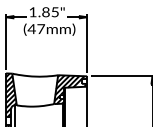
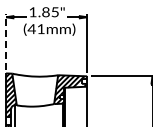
text at (41, 29): (47mm) -> (41mm)
line at (6, 41): solid -> dashed
